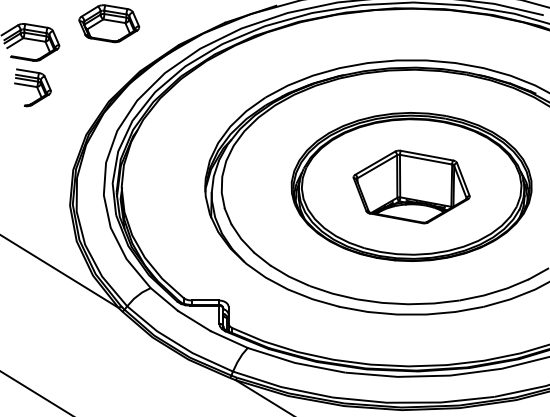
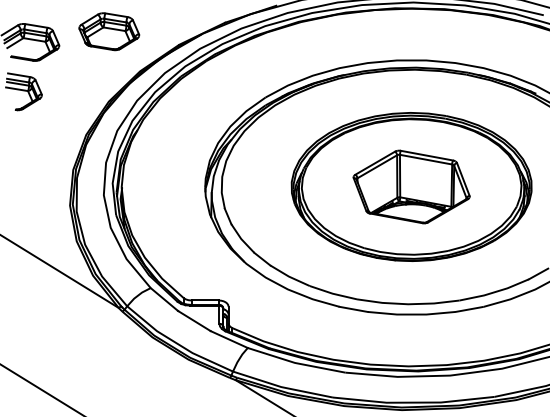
part at (109, 23) position: (109, 23) -> (109, 31)
part at (32, 87) position: (32, 87) -> (23, 91)
line at (35, 392) position: (35, 392) -> (41, 389)
